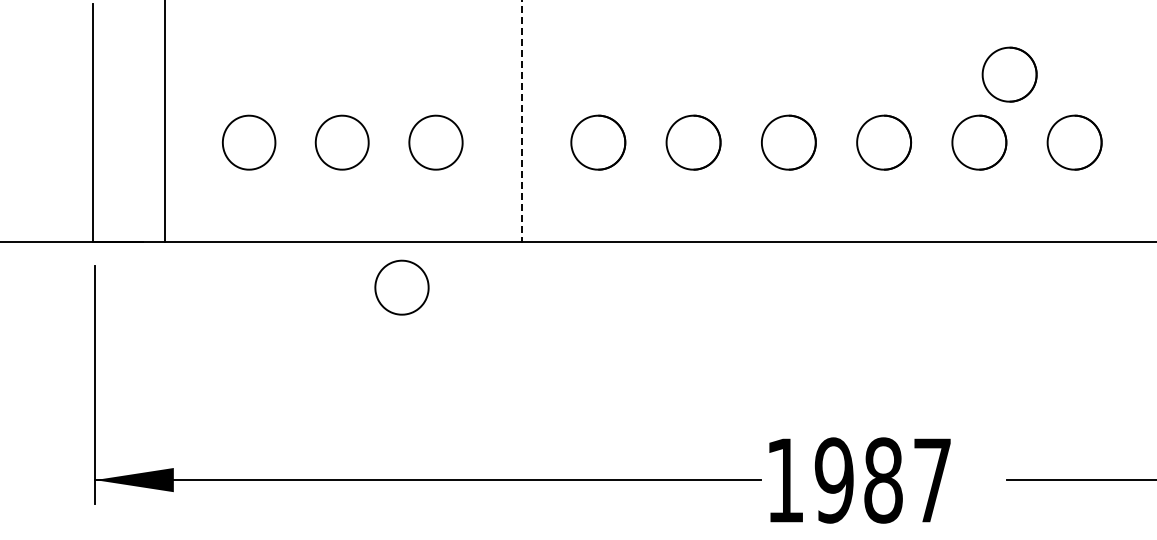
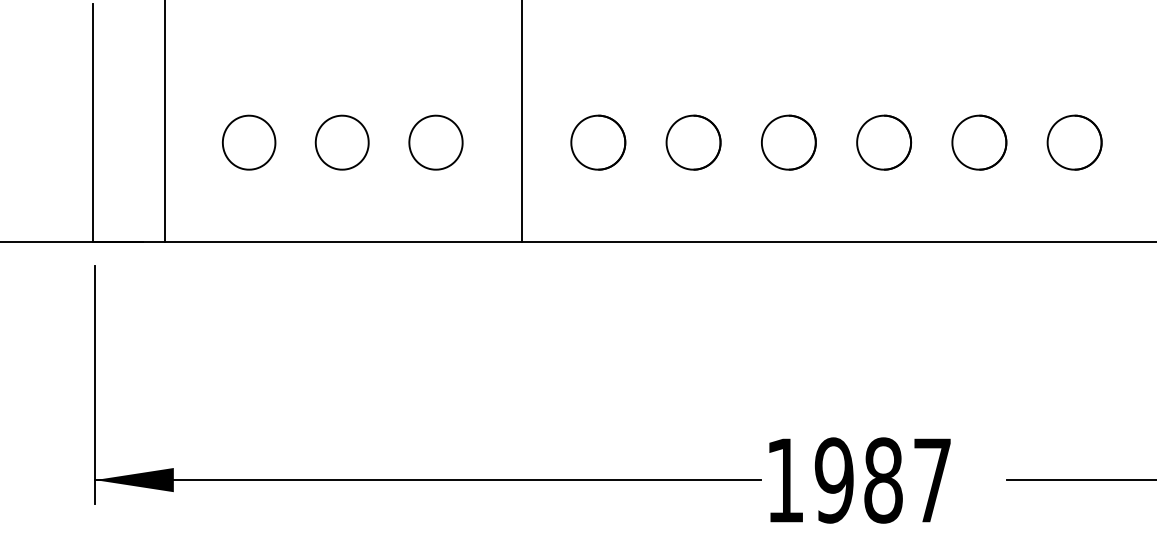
part at (1009, 74): present -> none
line at (521, 121): dashed -> solid
part at (401, 287): present -> none
